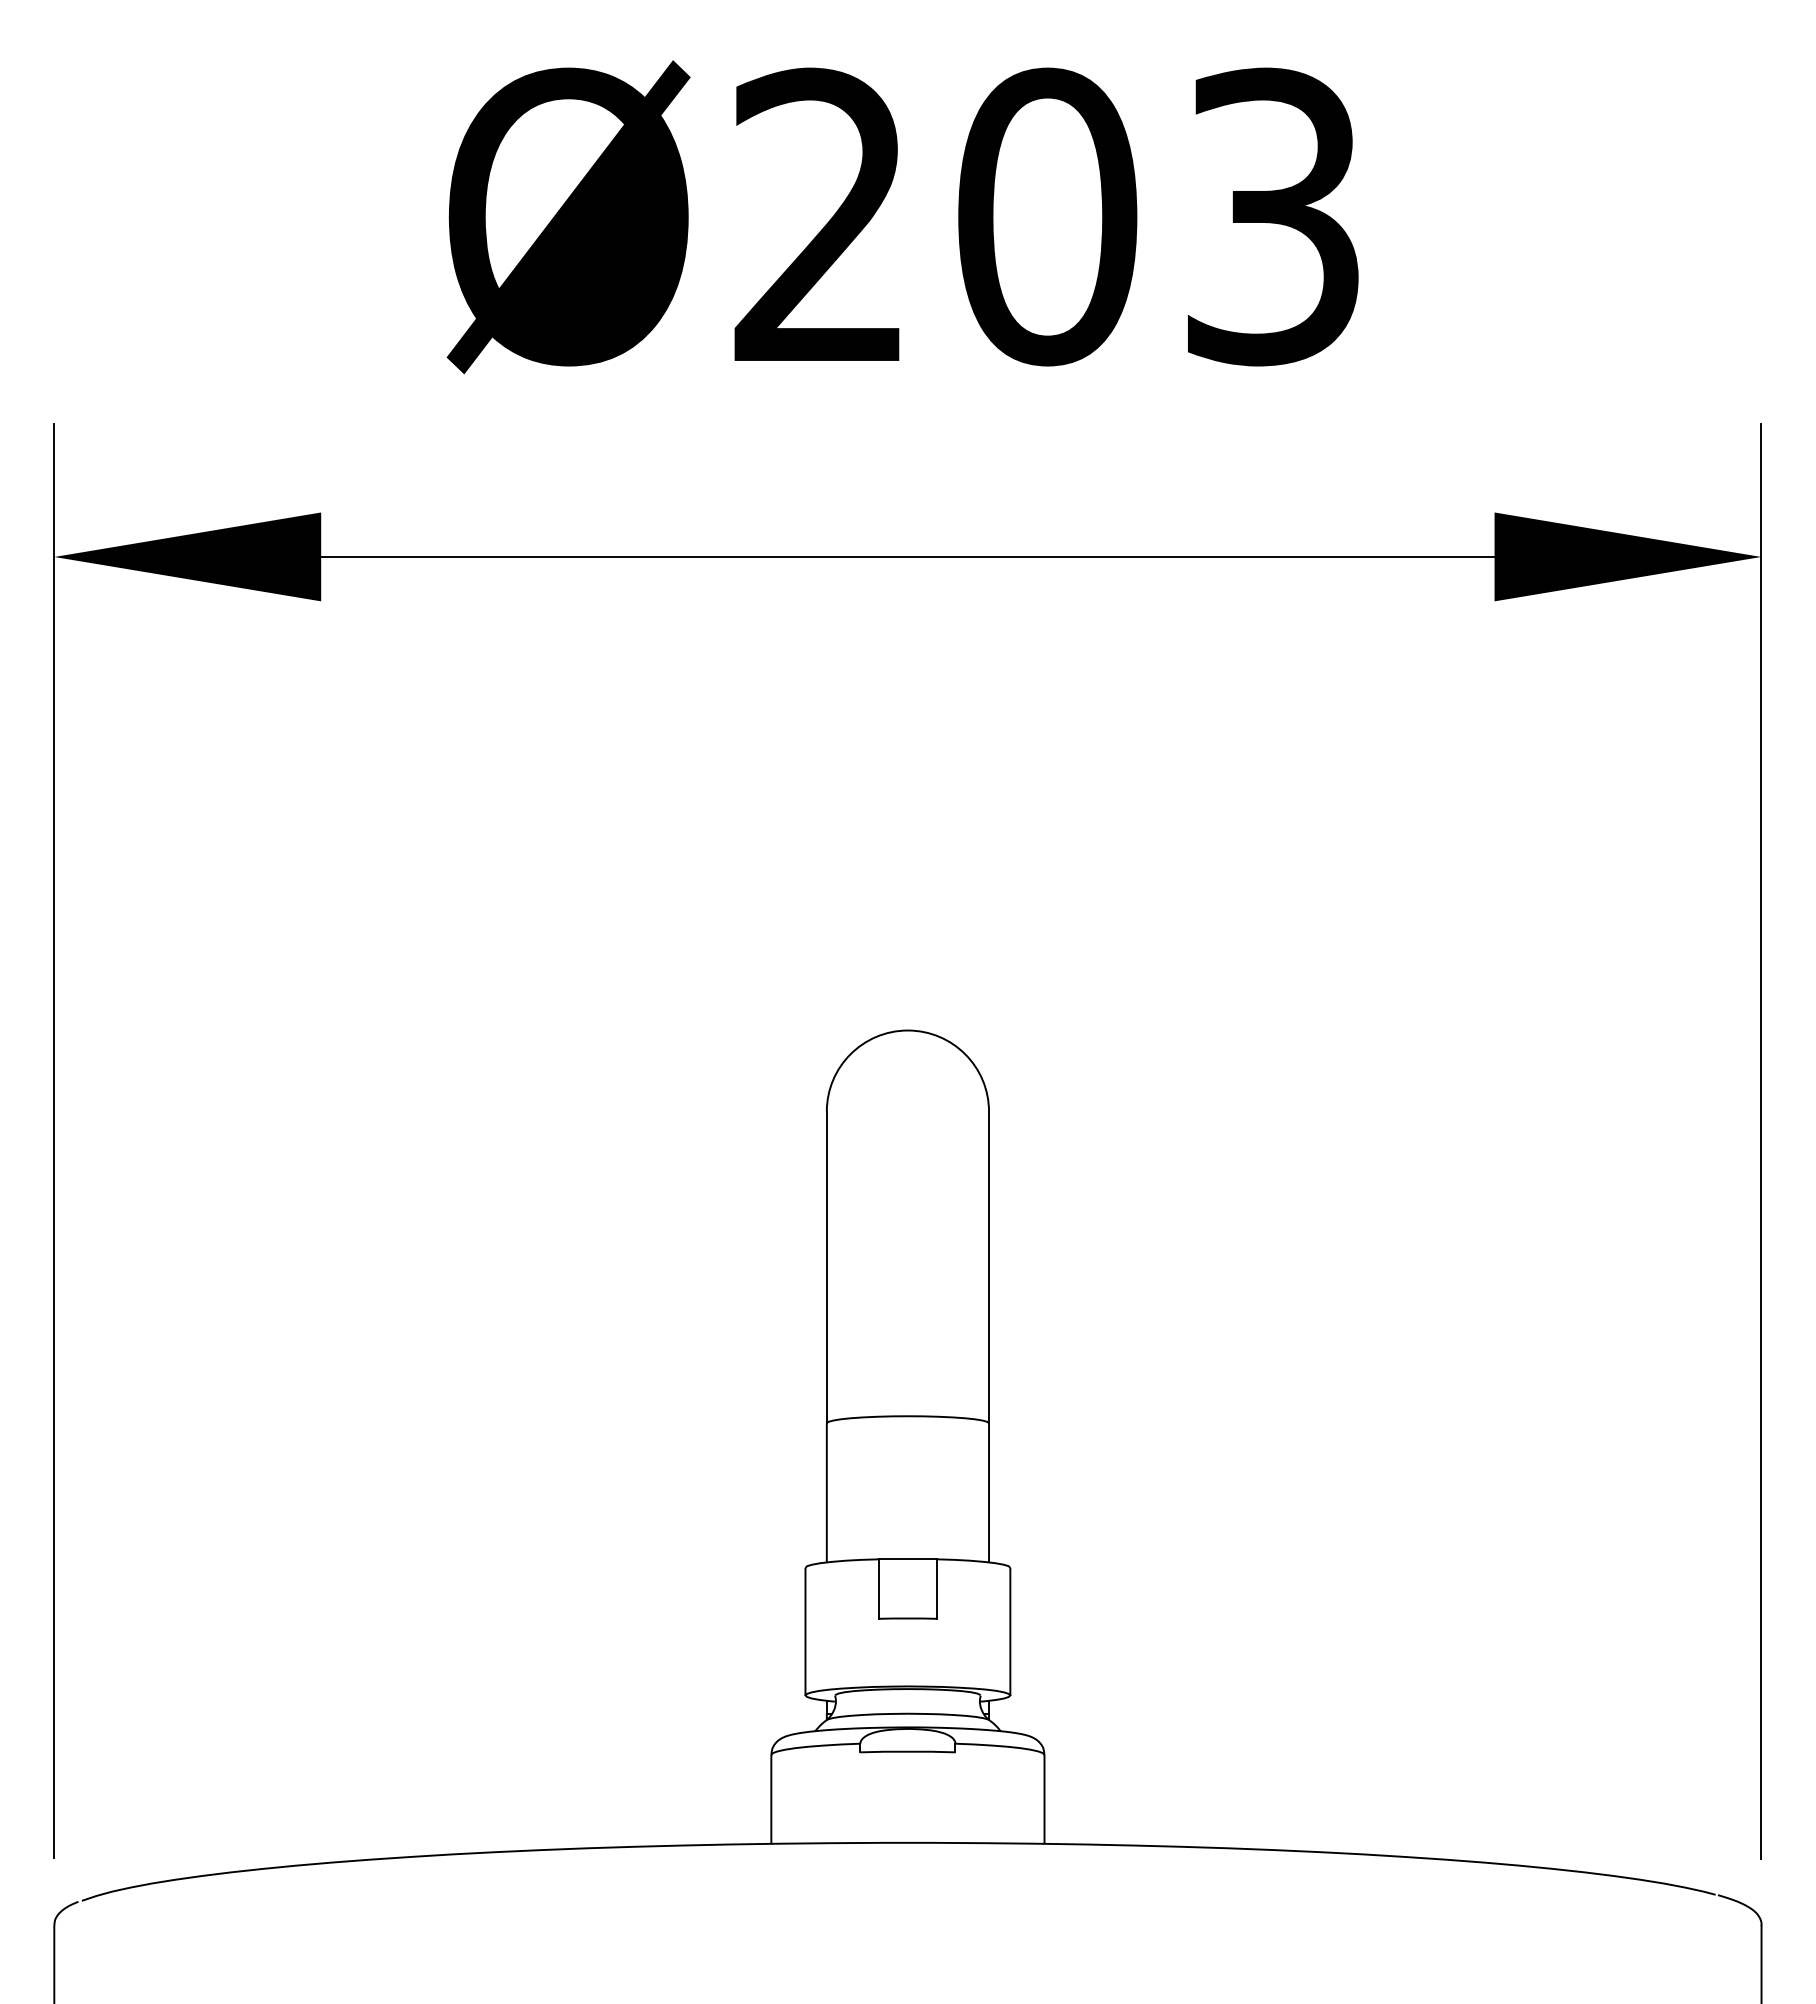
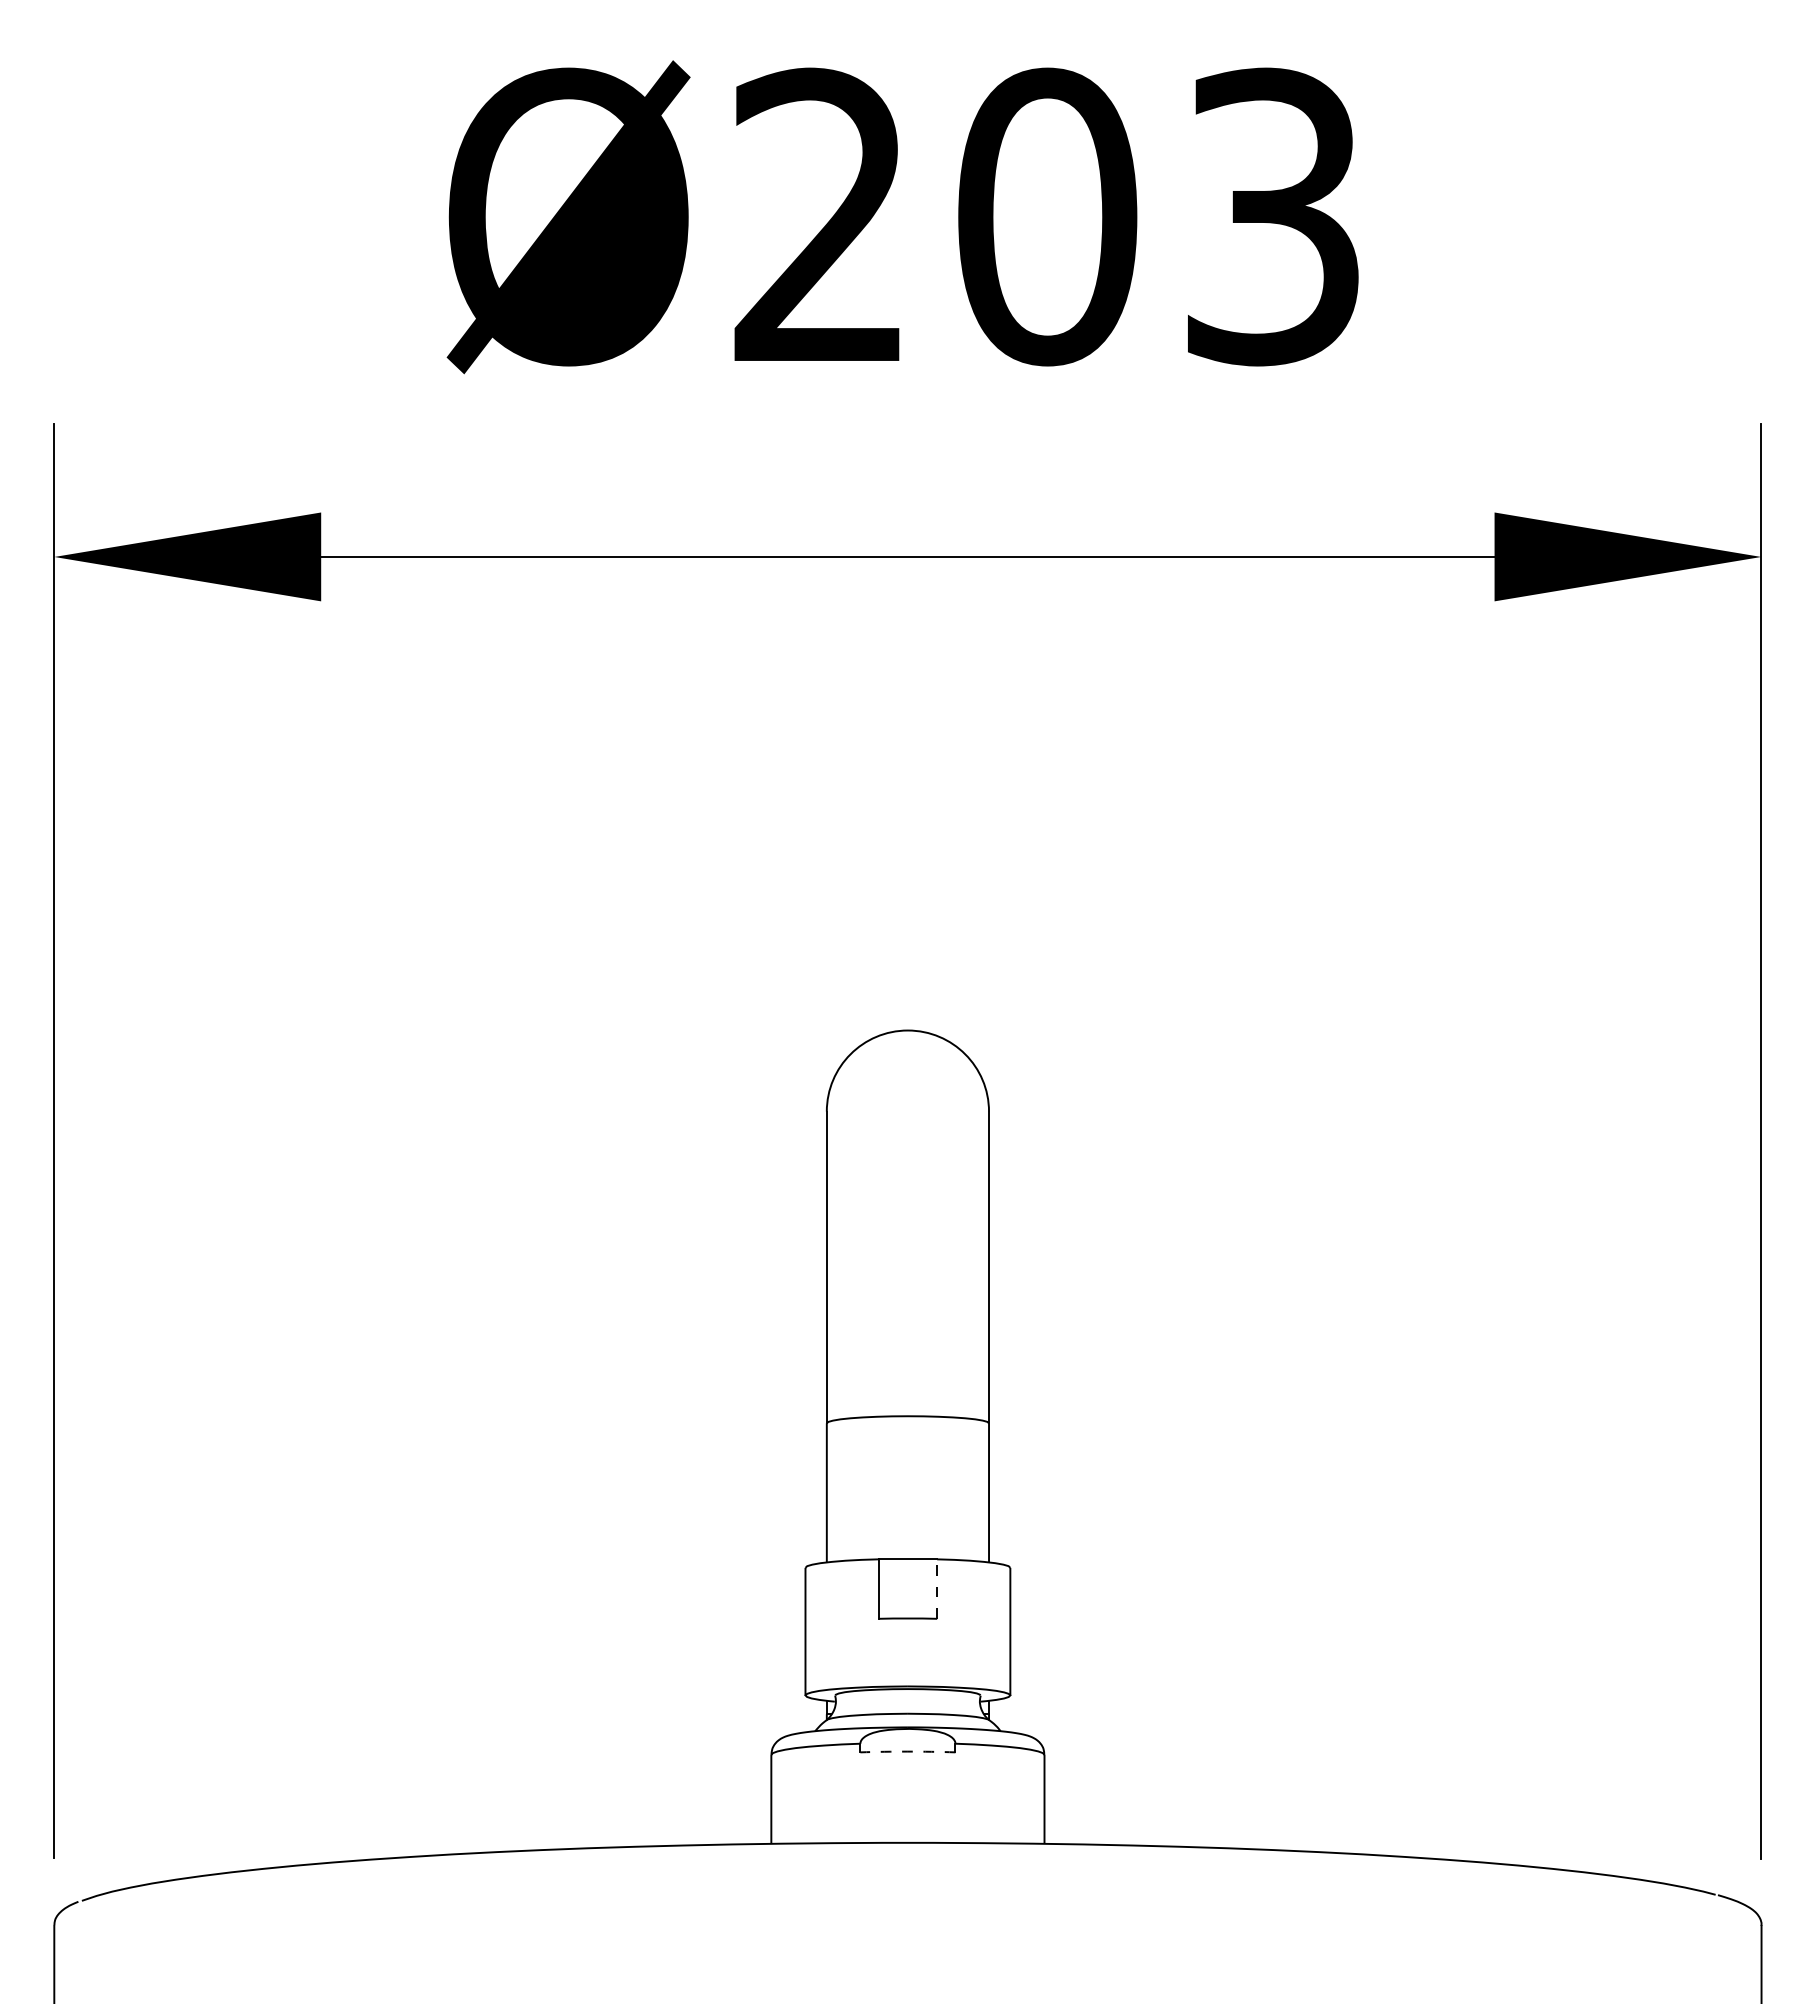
line at (937, 1589): solid -> dashed
arc at (907, 1751): solid -> dashed
